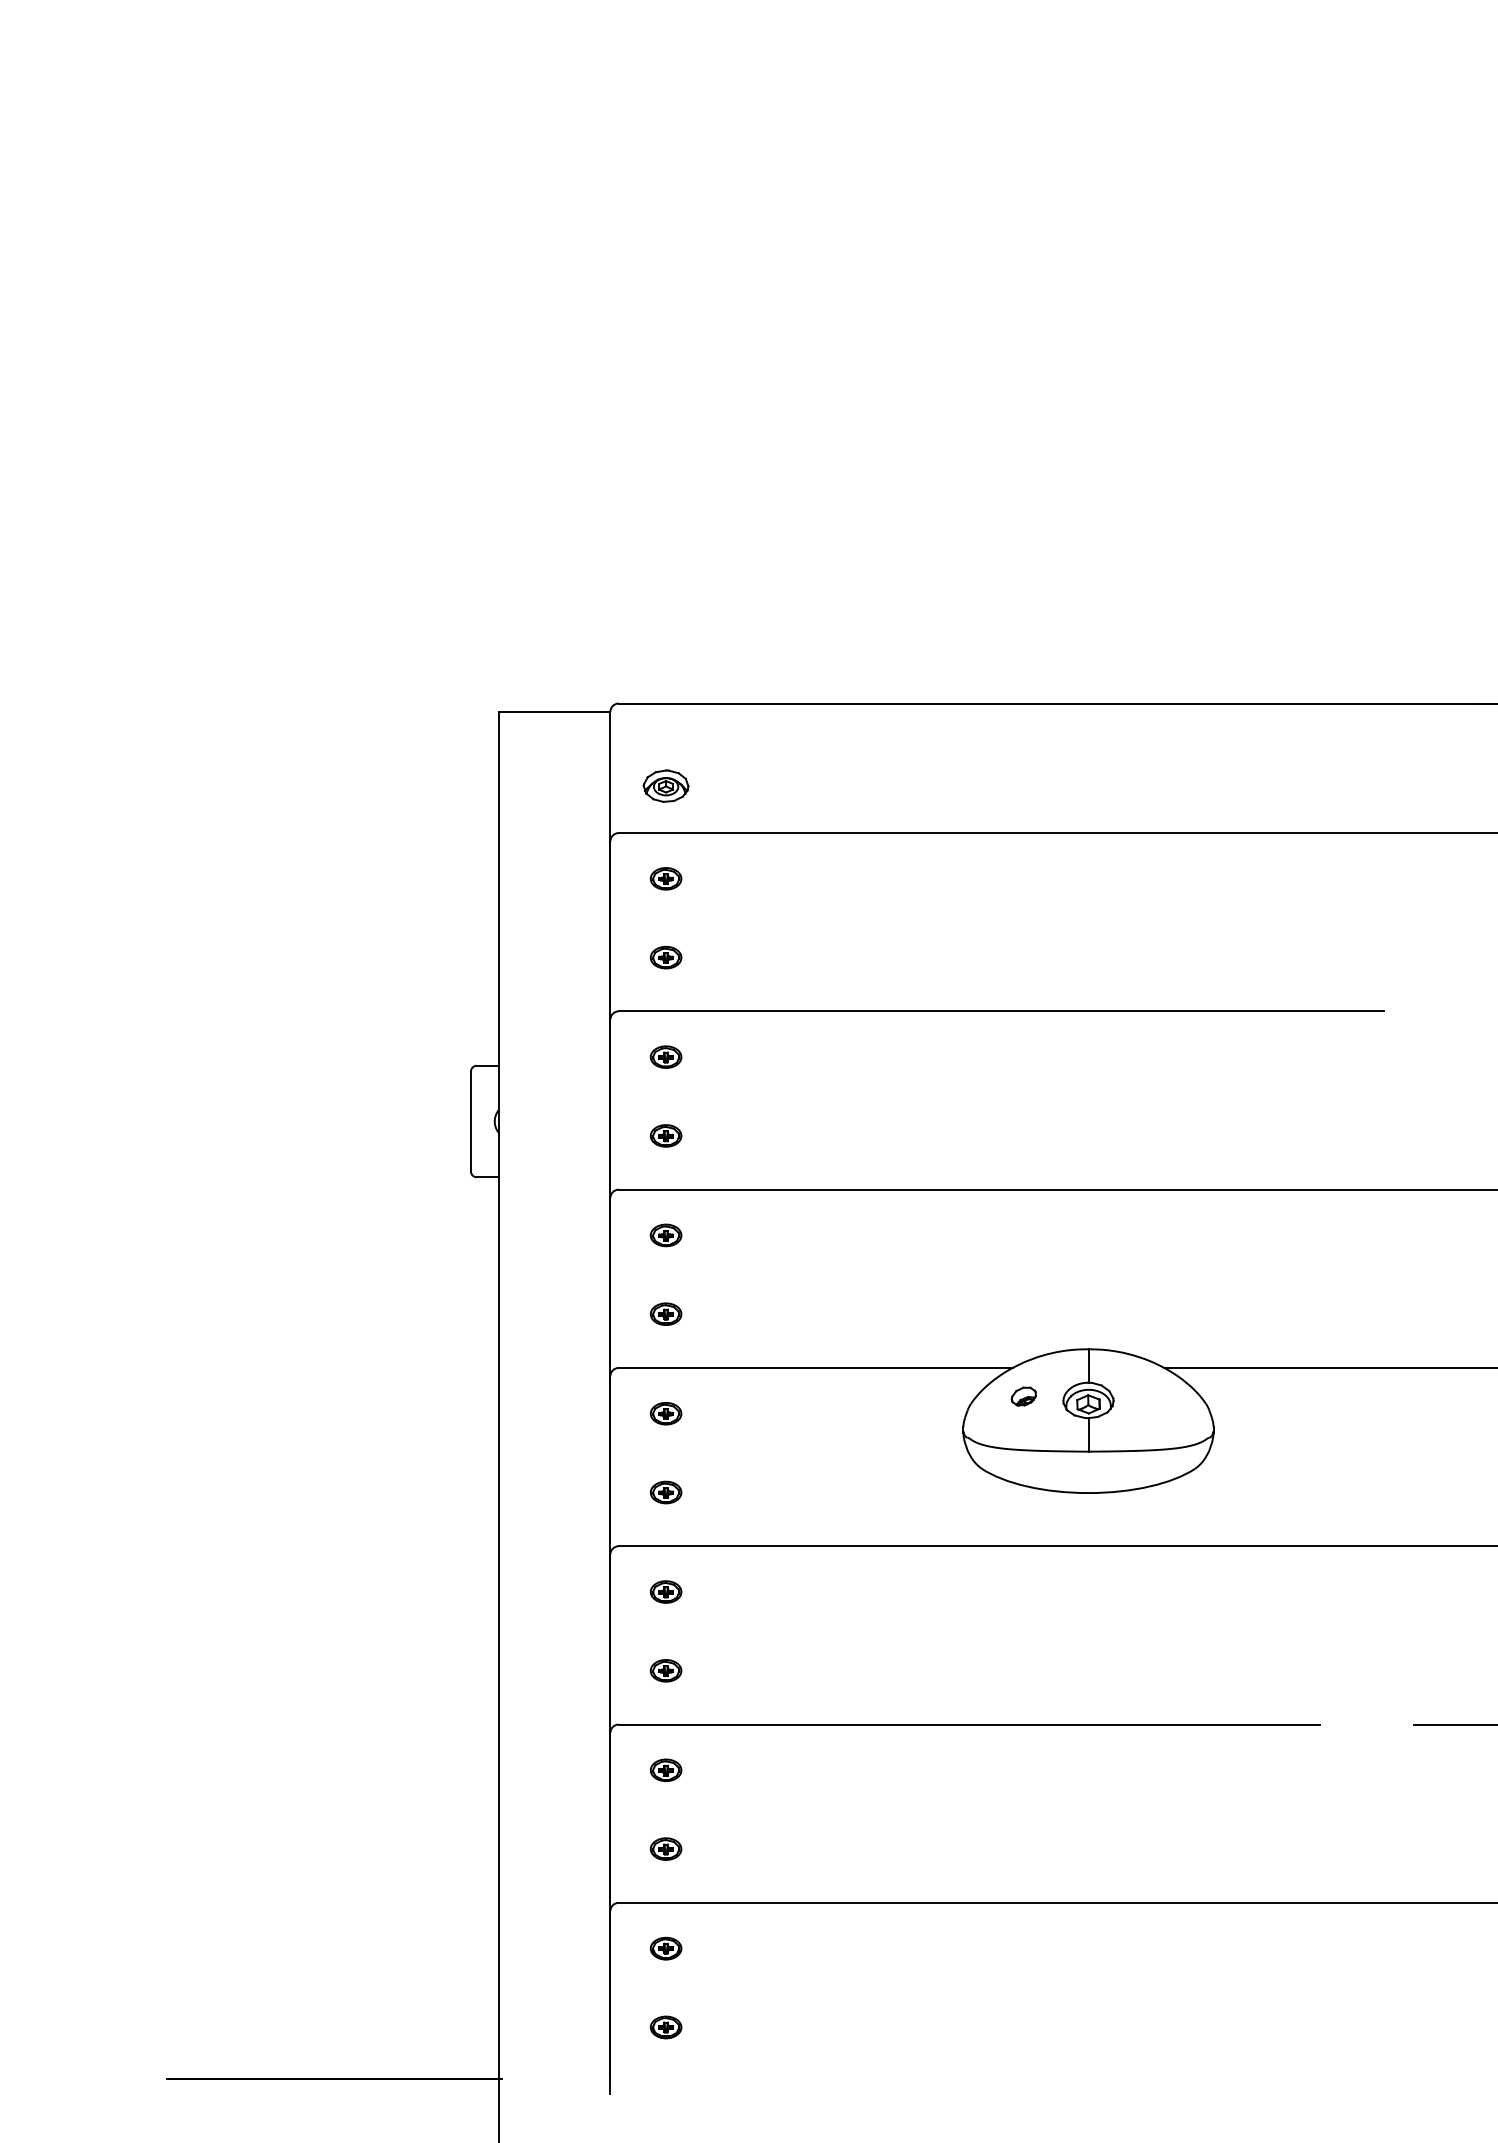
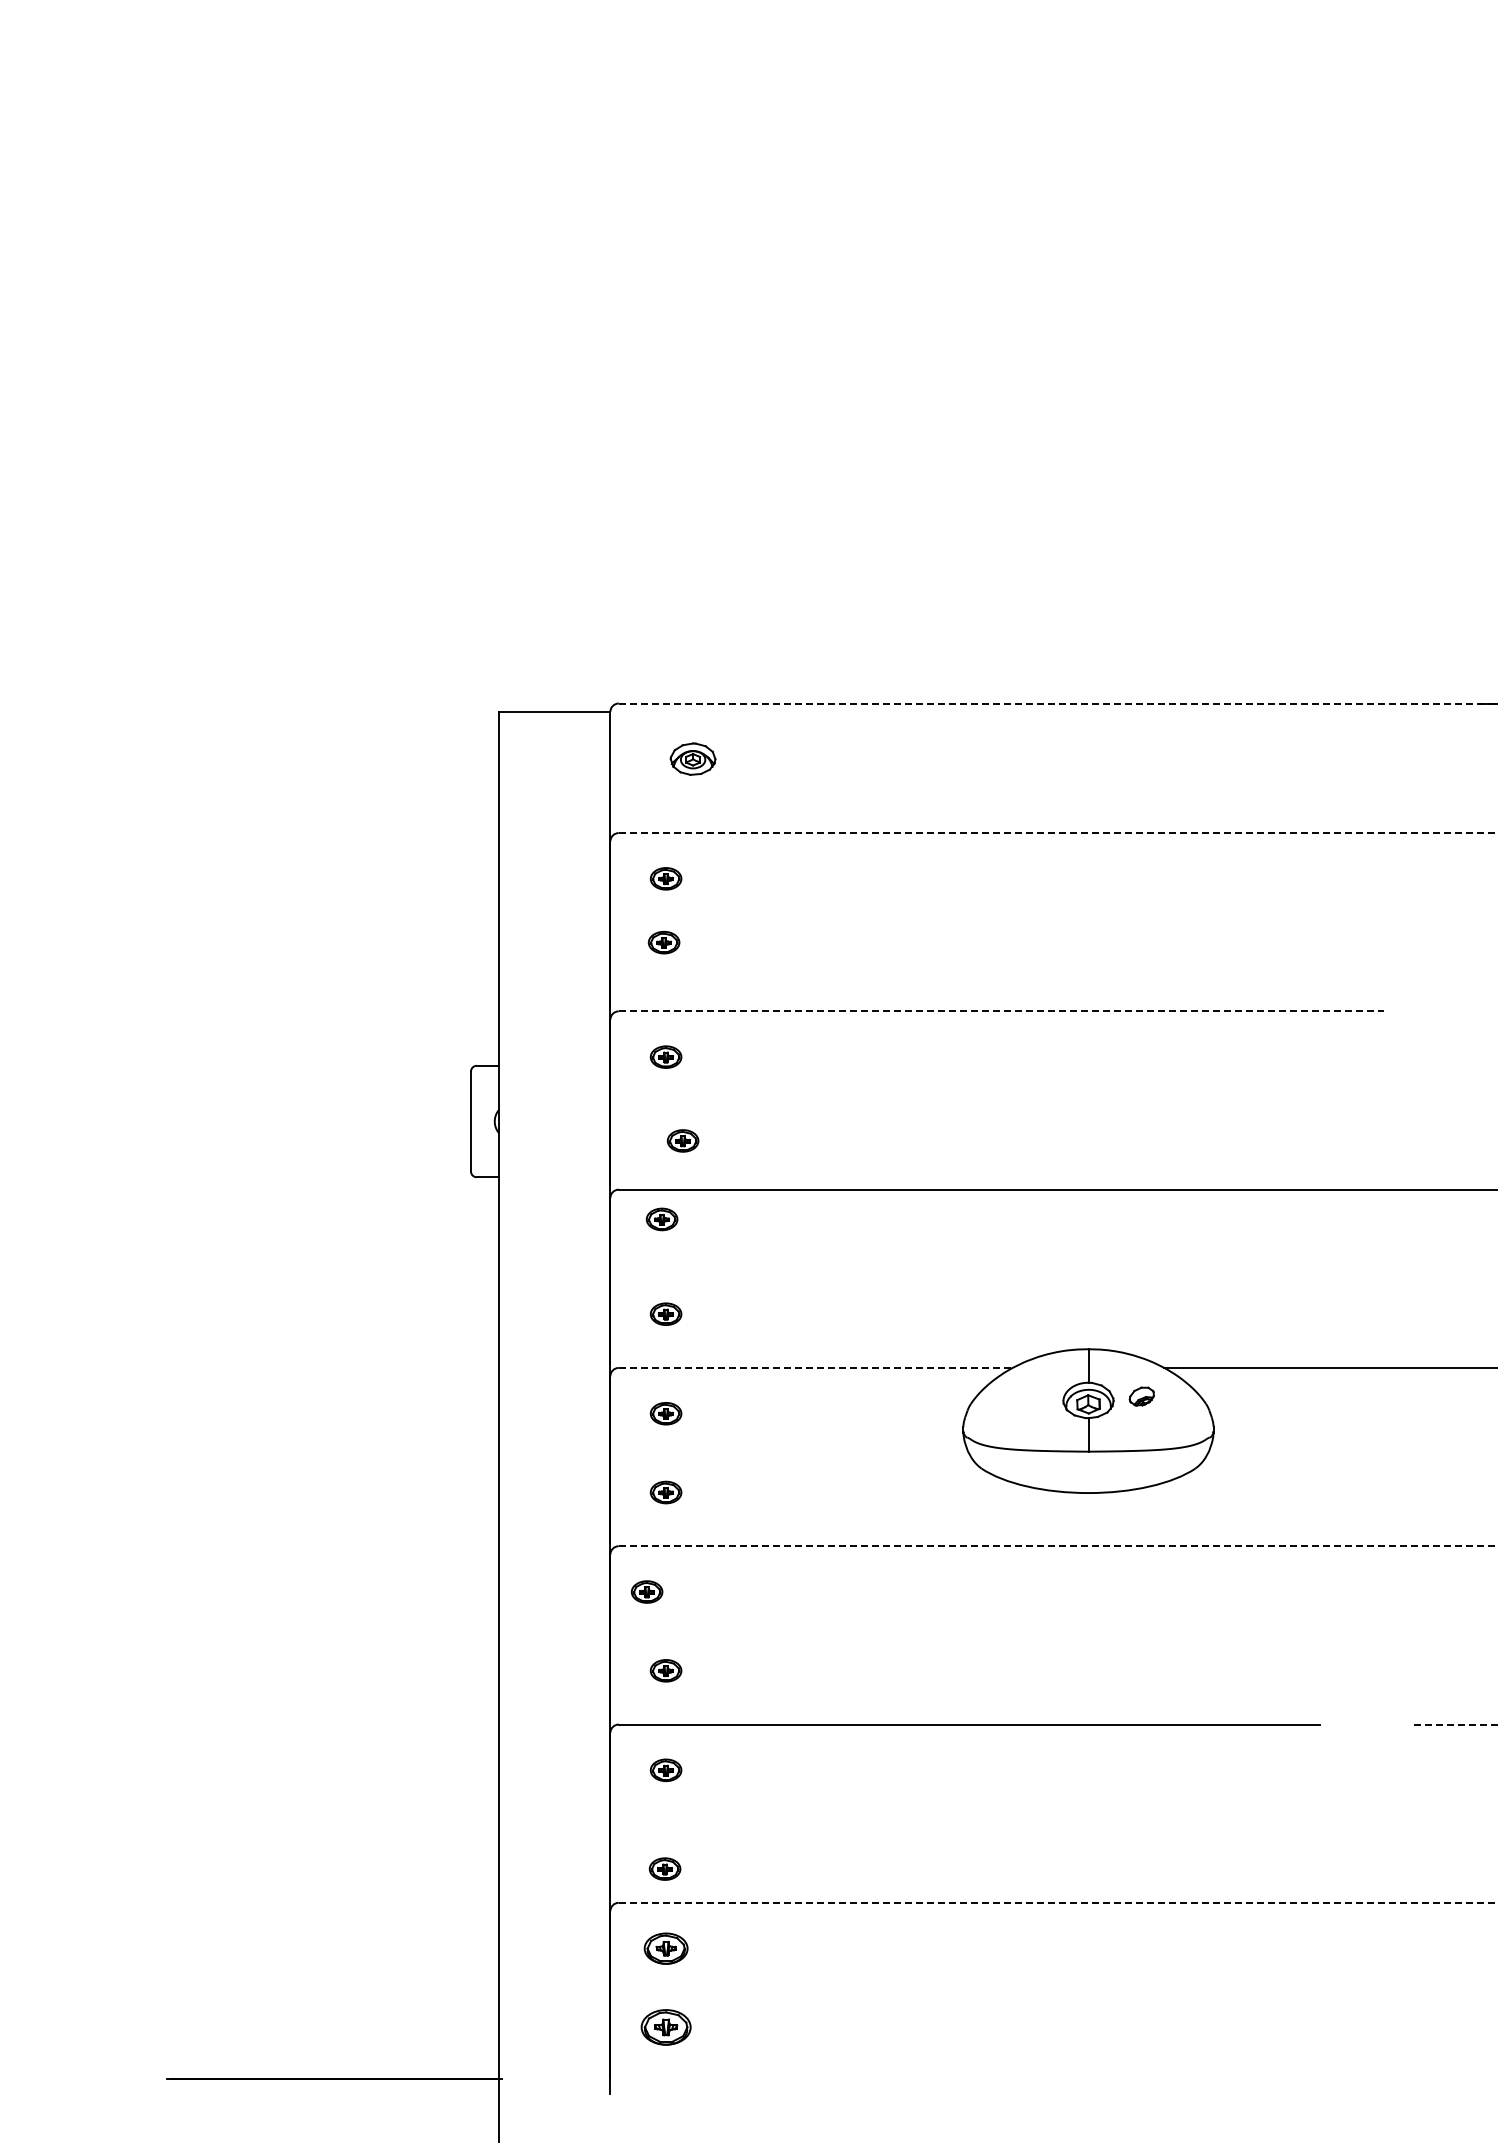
line at (1058, 703): solid -> dashed
part at (665, 785) position: (665, 785) -> (692, 758)
line at (1058, 833): solid -> dashed
part at (665, 957) position: (665, 957) -> (663, 942)
line at (1001, 1011): solid -> dashed
part at (665, 1135) position: (665, 1135) -> (682, 1140)
part at (665, 1235) position: (665, 1235) -> (661, 1219)
line at (815, 1367): solid -> dashed
part at (1023, 1396) position: (1023, 1396) -> (1141, 1396)
line at (1058, 1546): solid -> dashed
part at (665, 1591) position: (665, 1591) -> (646, 1591)
line at (1456, 1724): solid -> dashed
part at (665, 1848) position: (665, 1848) -> (664, 1868)
line at (1058, 1902): solid -> dashed
part at (665, 1948) size: 34x25 px -> 46x33 px
part at (665, 2027) size: 34x25 px -> 52x37 px
